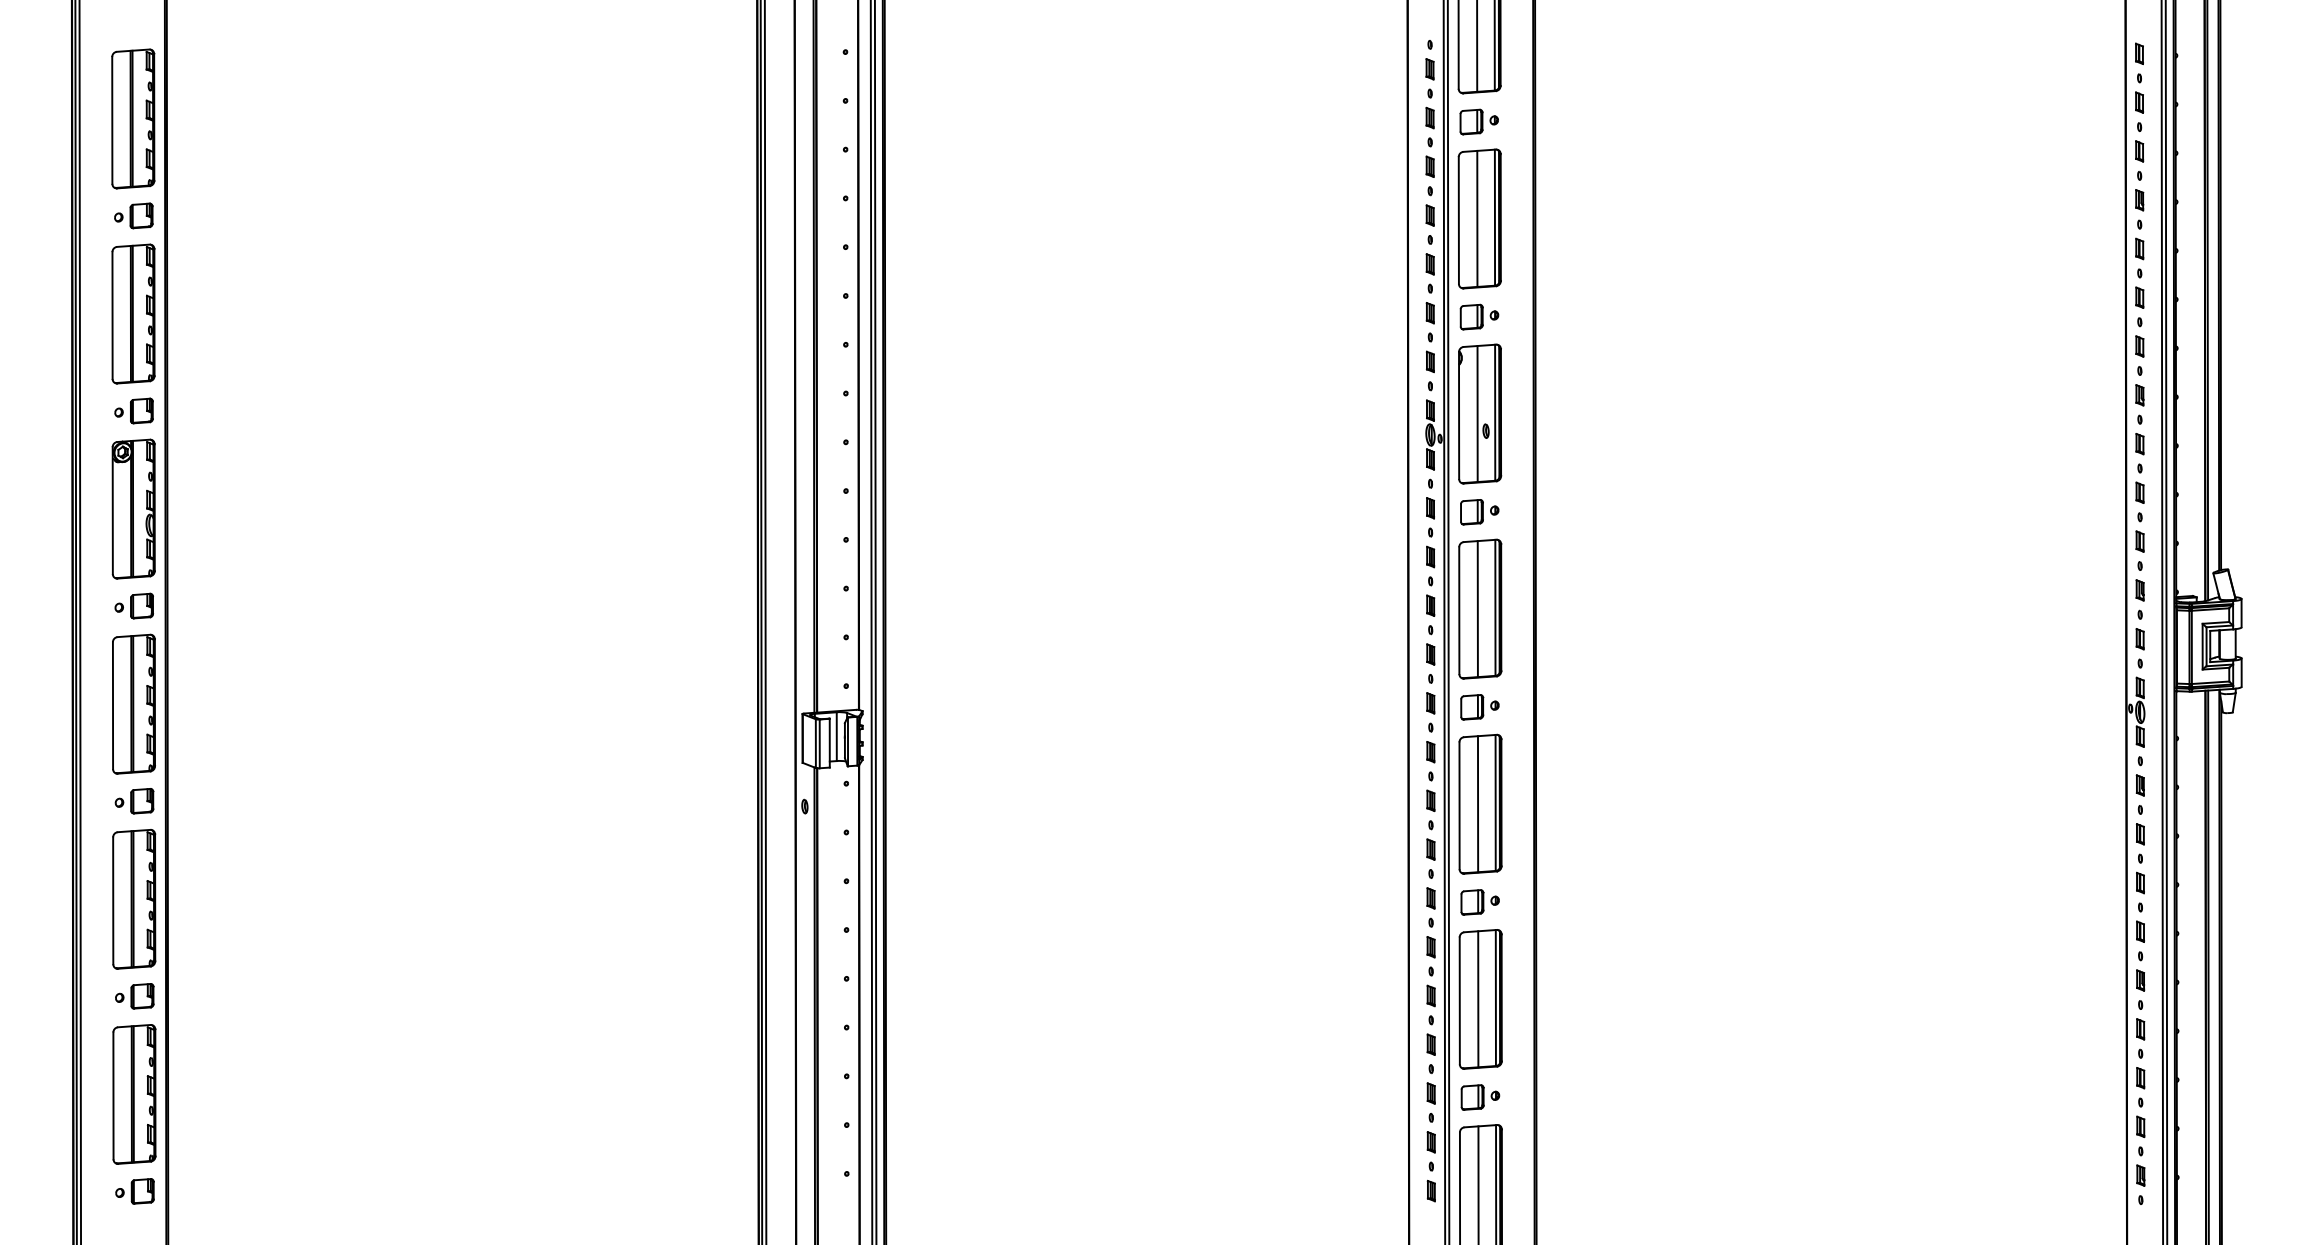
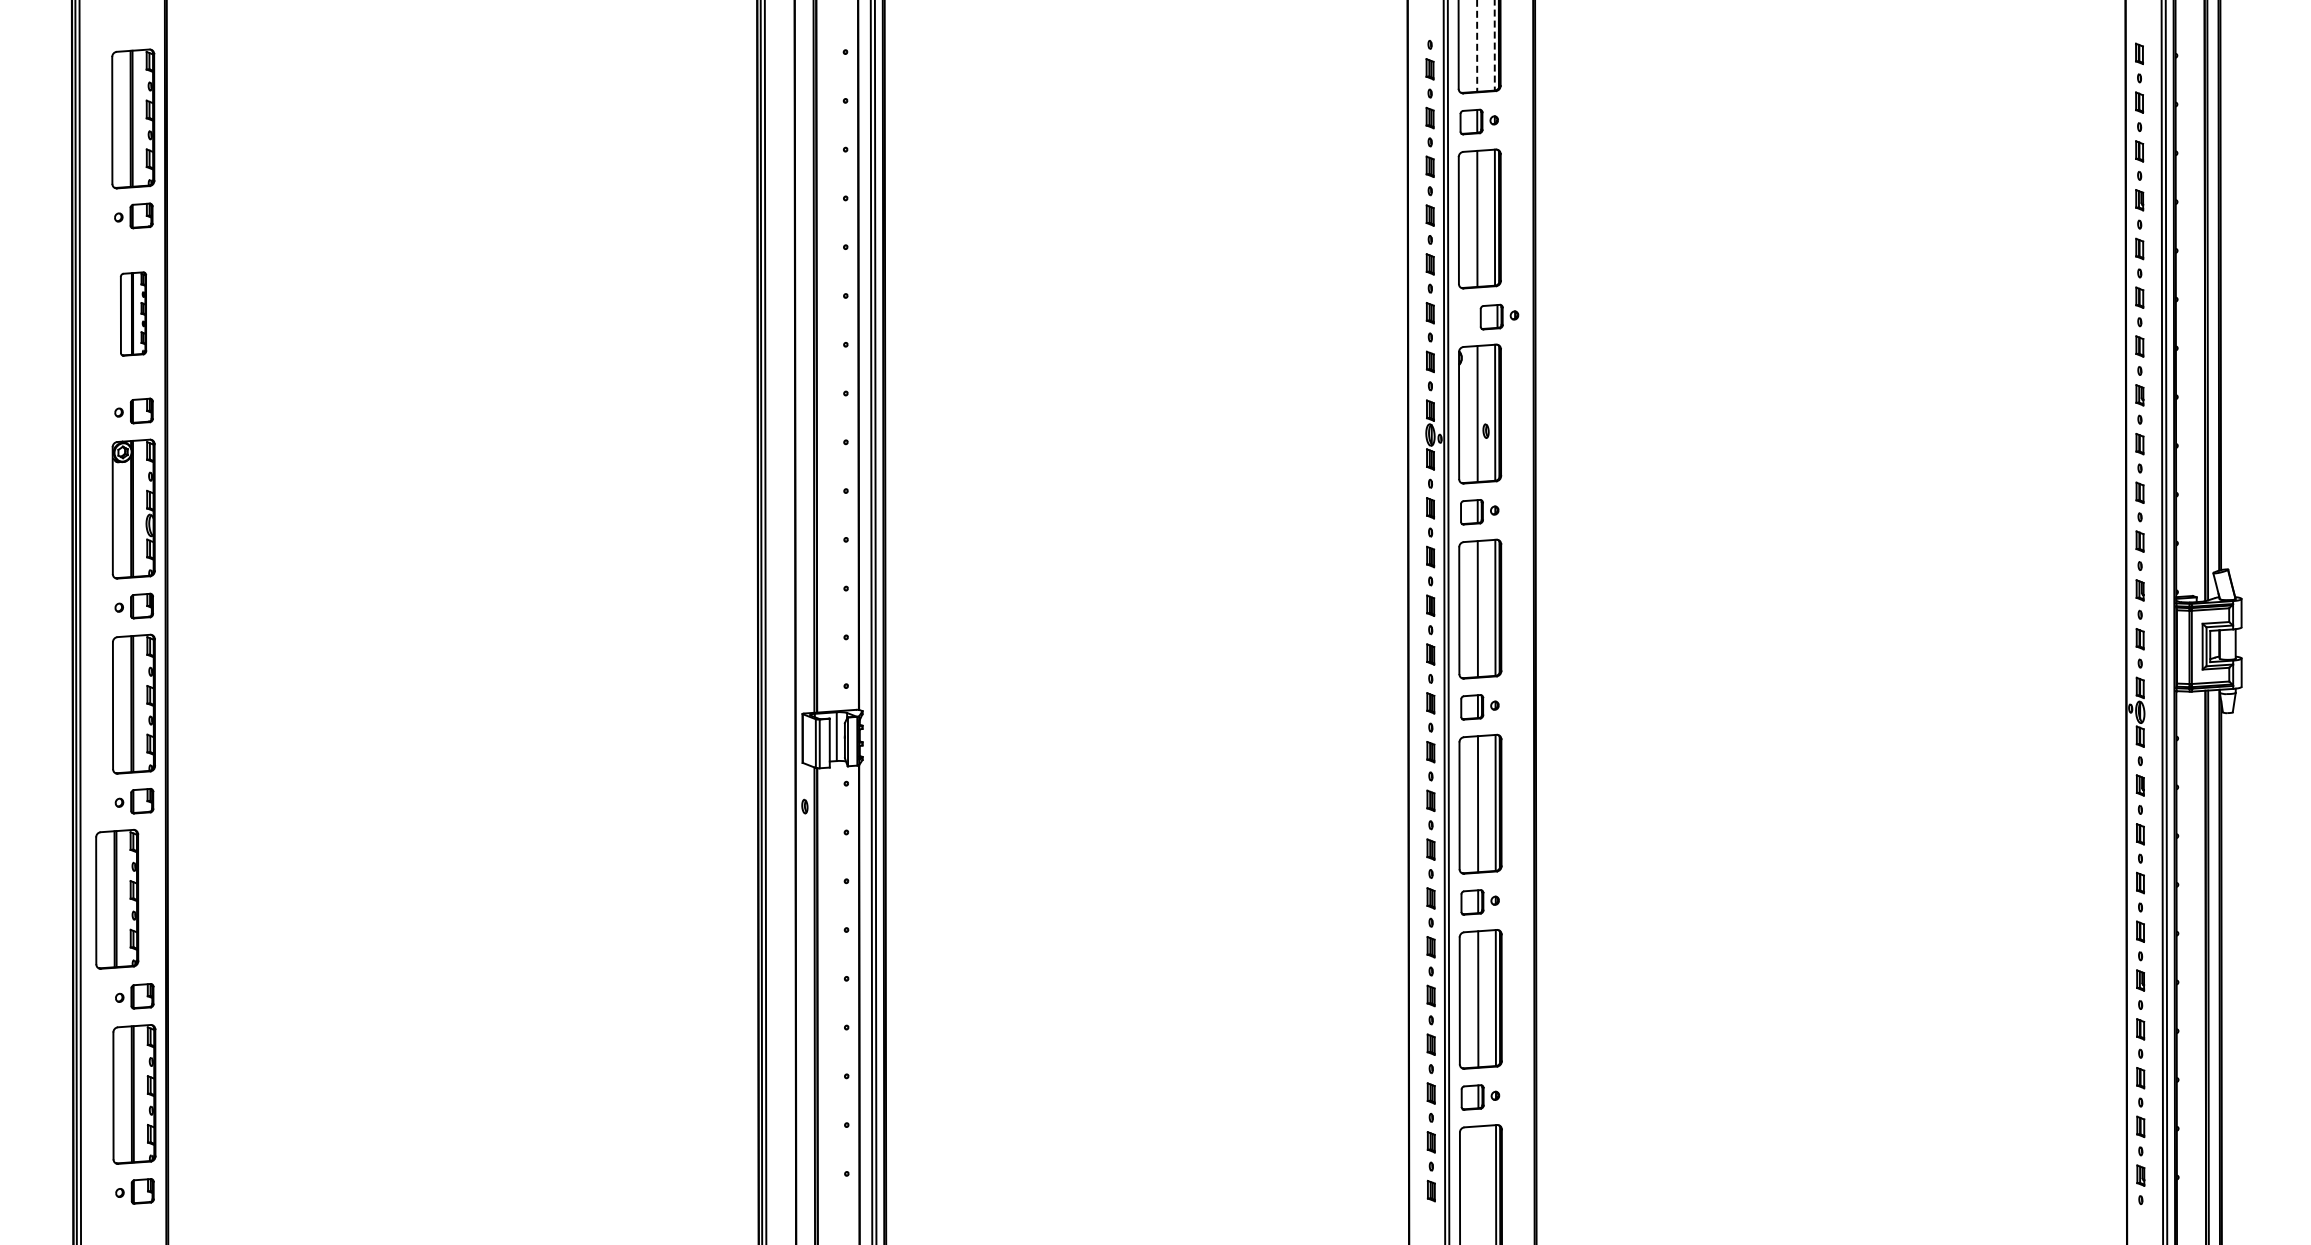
line at (1494, 45): solid -> dashed
line at (1477, 46): solid -> dashed
part at (133, 313) size: 45x142 px -> 28x86 px
part at (1479, 316) position: (1479, 316) -> (1499, 316)
part at (134, 899) position: (134, 899) -> (117, 899)
line at (1478, 1183): present -> none
